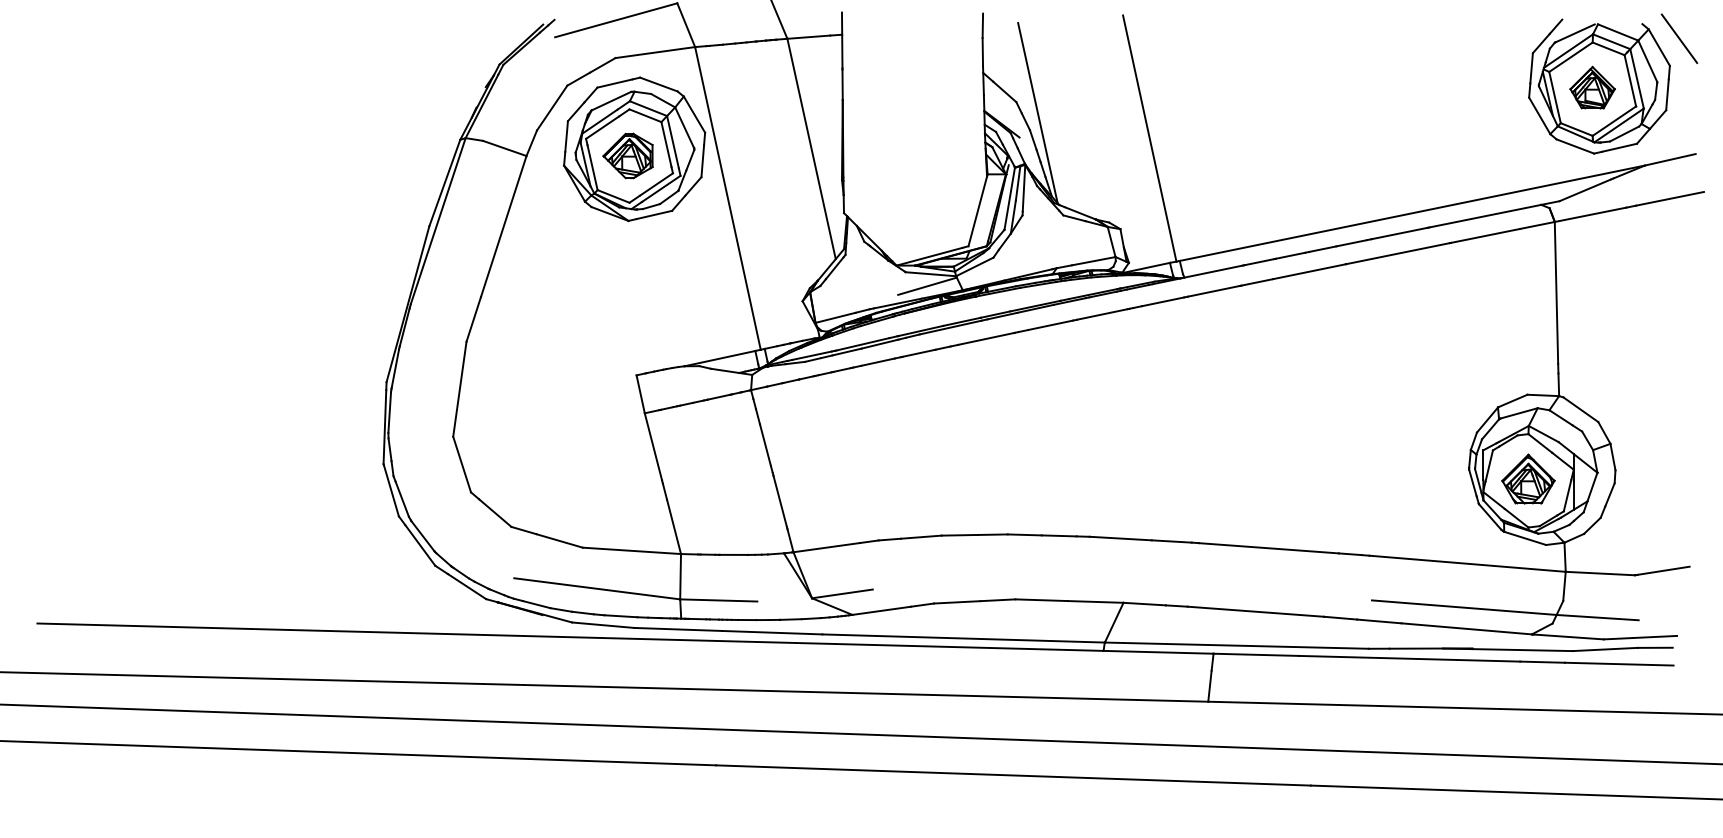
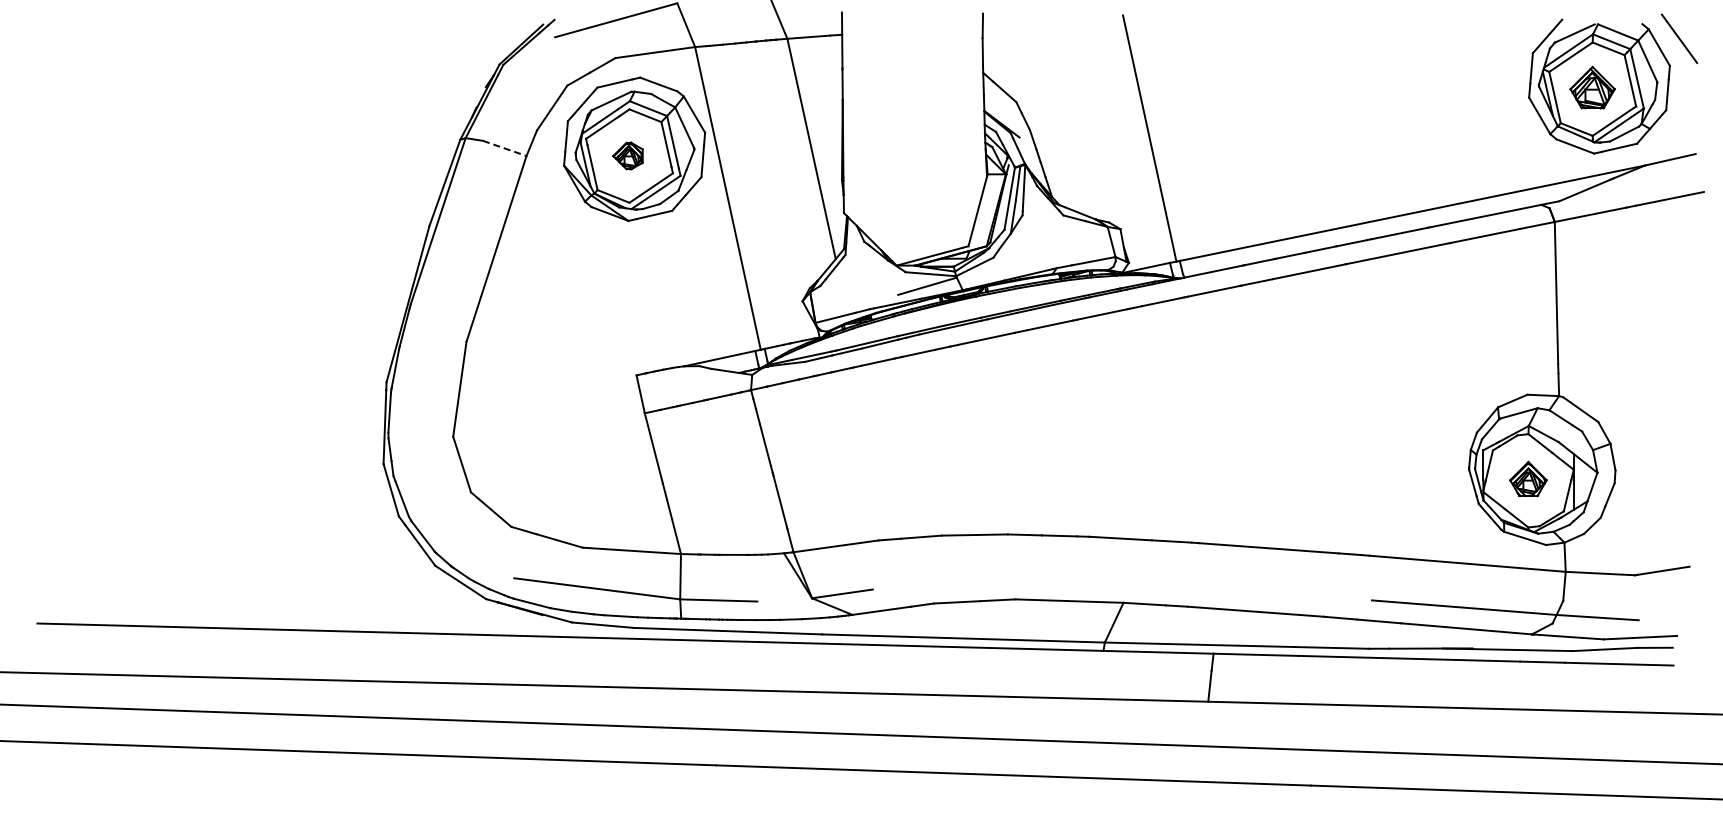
line at (1037, 113): present -> none
line at (505, 148): solid -> dashed
part at (627, 155) size: 52x48 px -> 32x30 px
part at (1528, 478) size: 55x52 px -> 39x38 px
